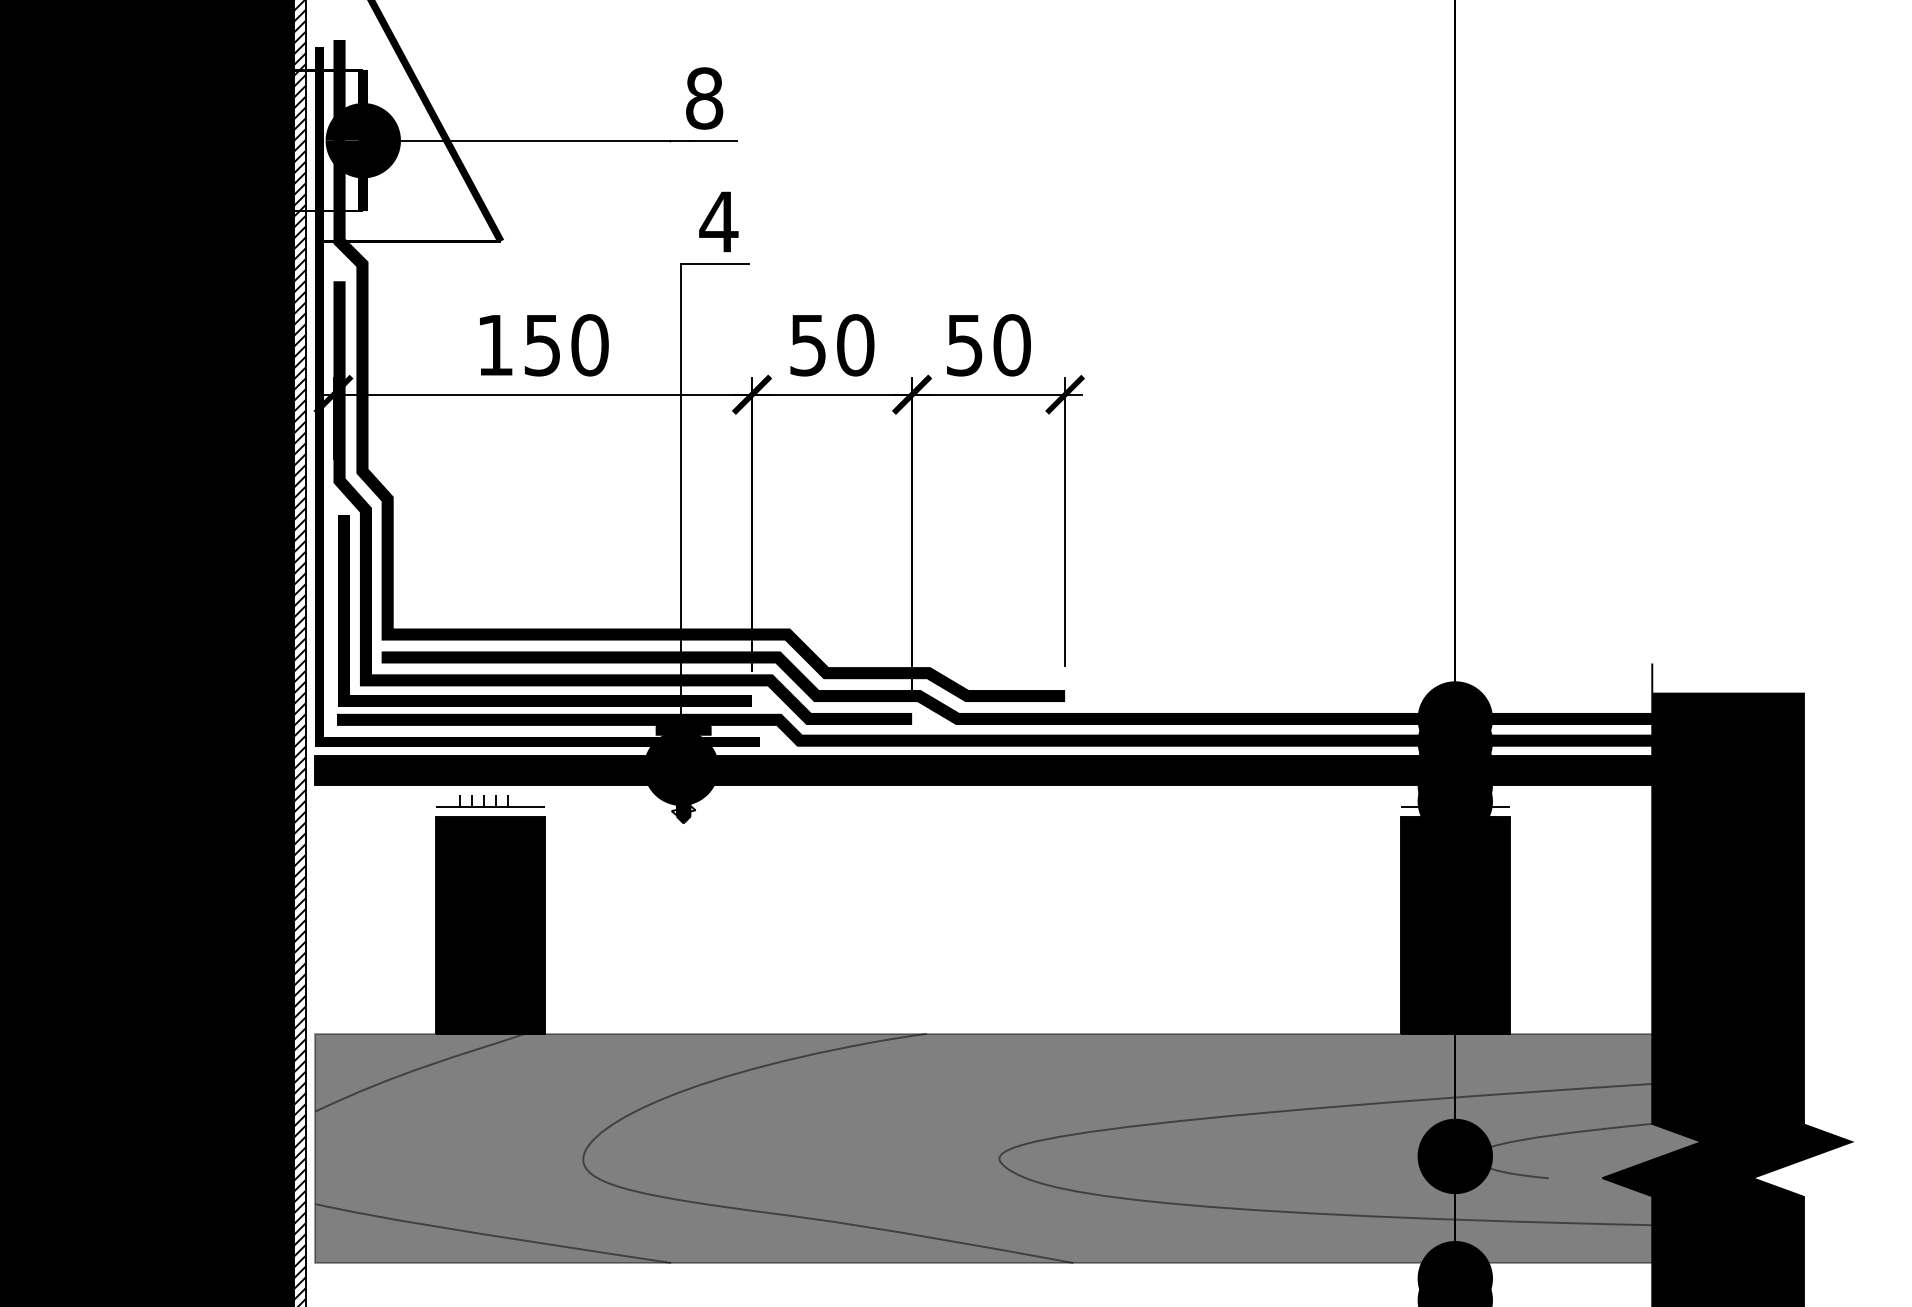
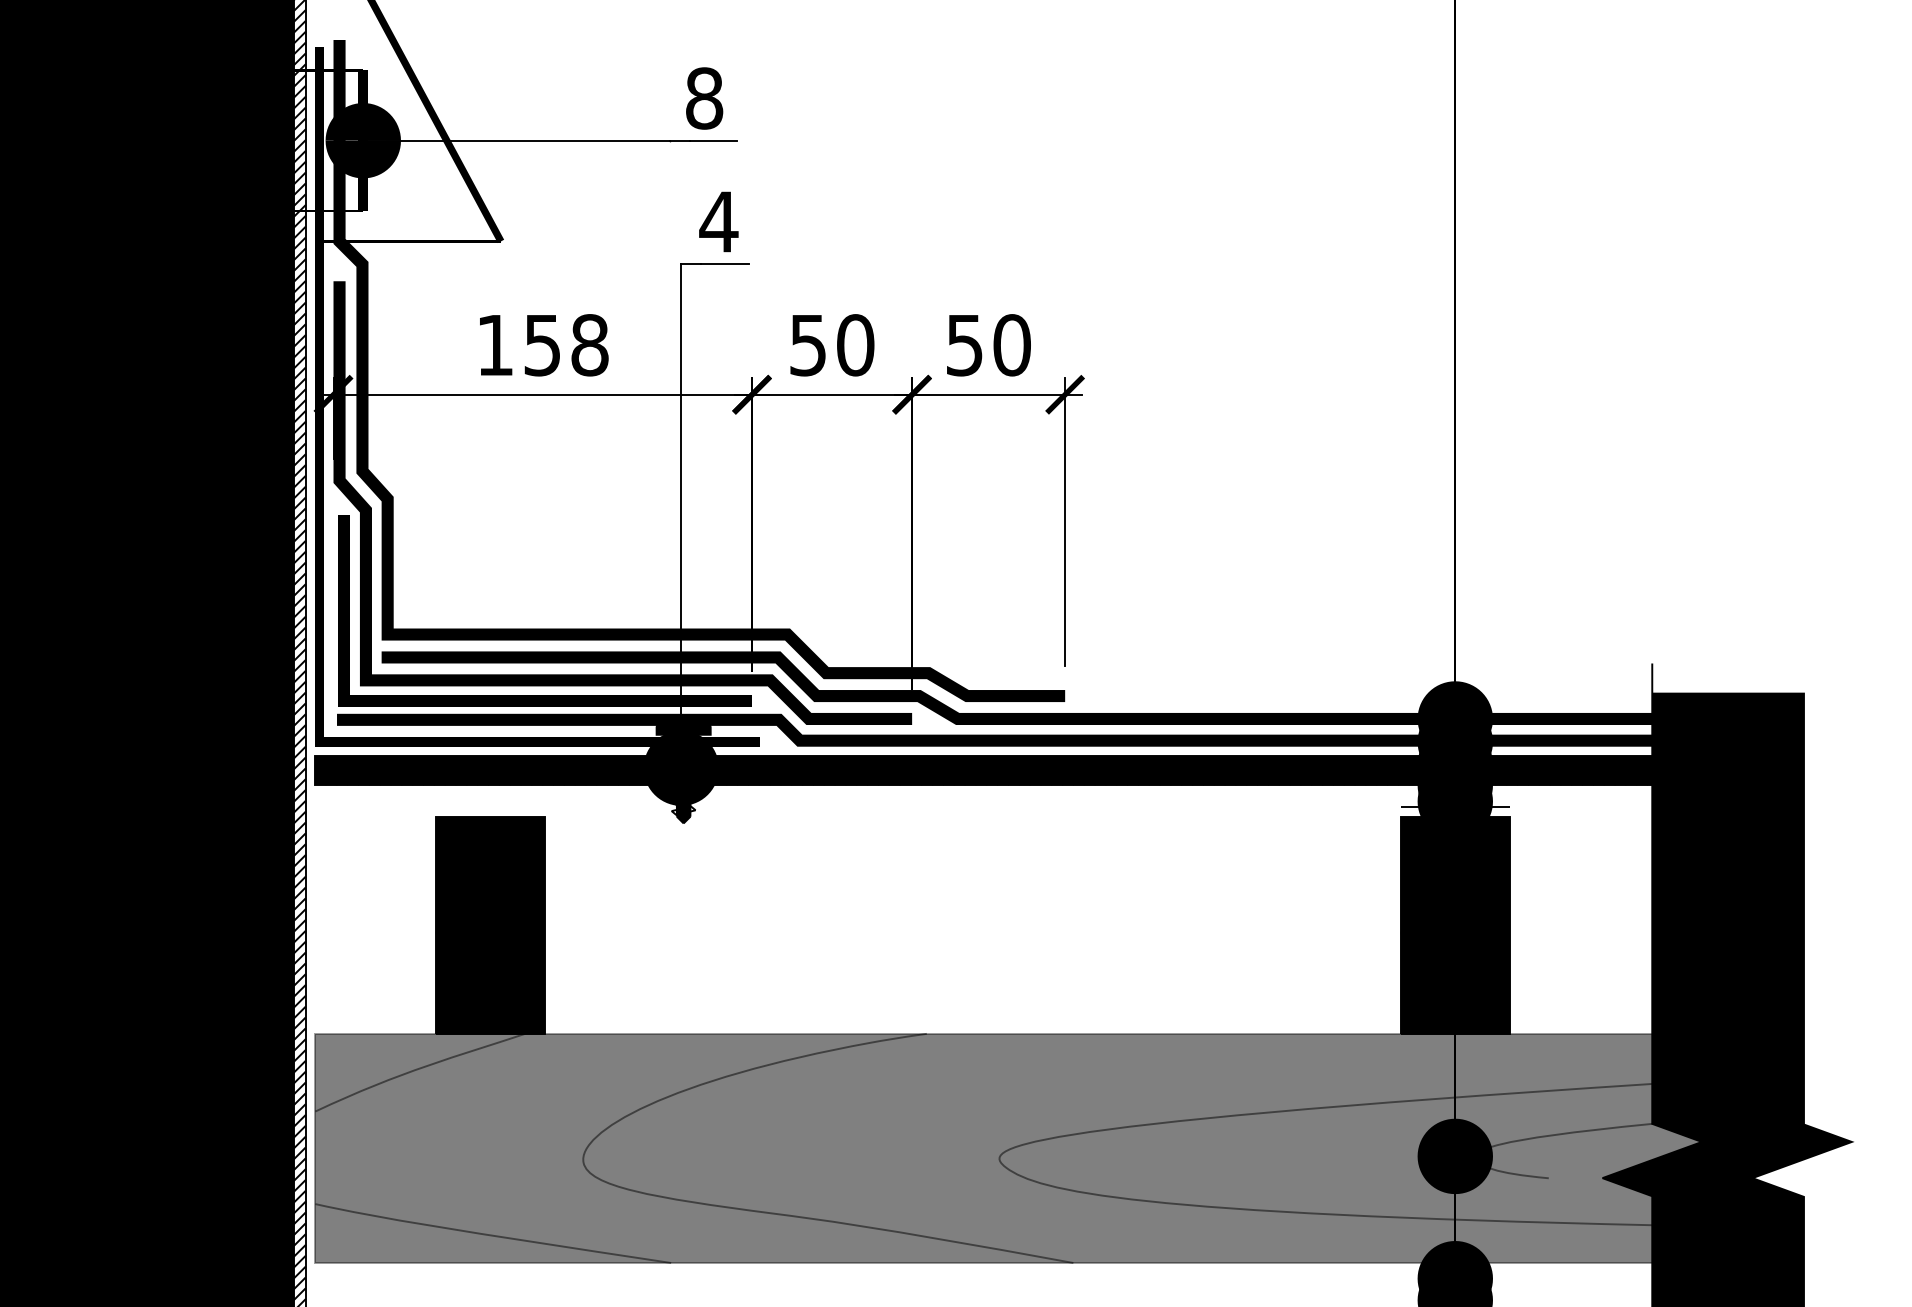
text at (589, 345): 150 -> 158
part at (490, 801): present -> none
